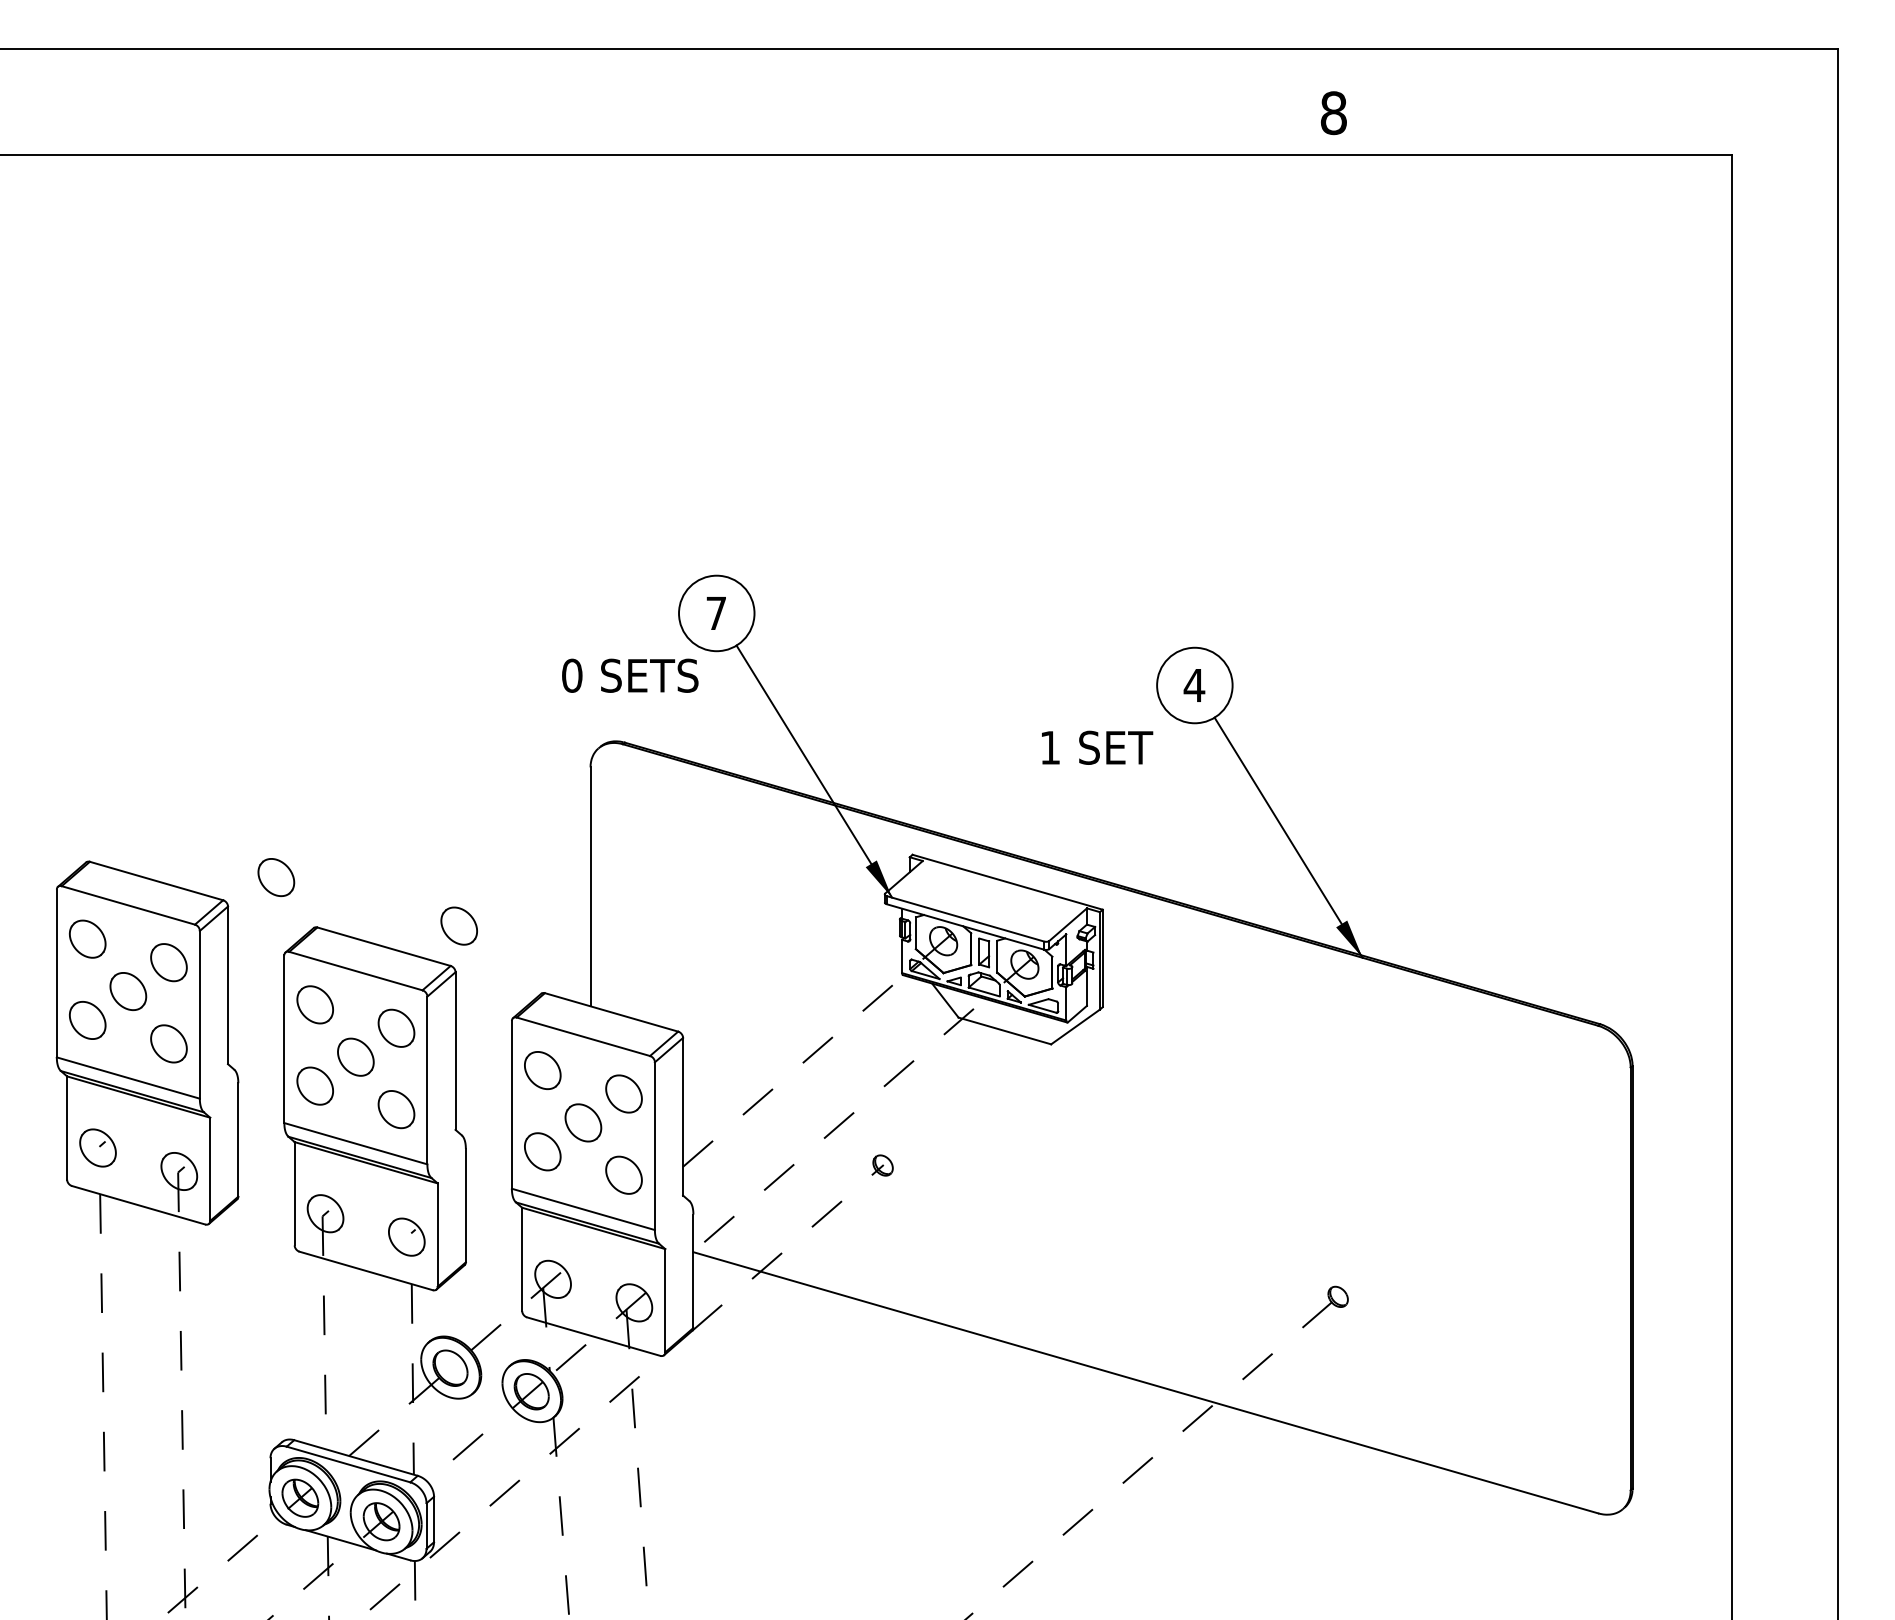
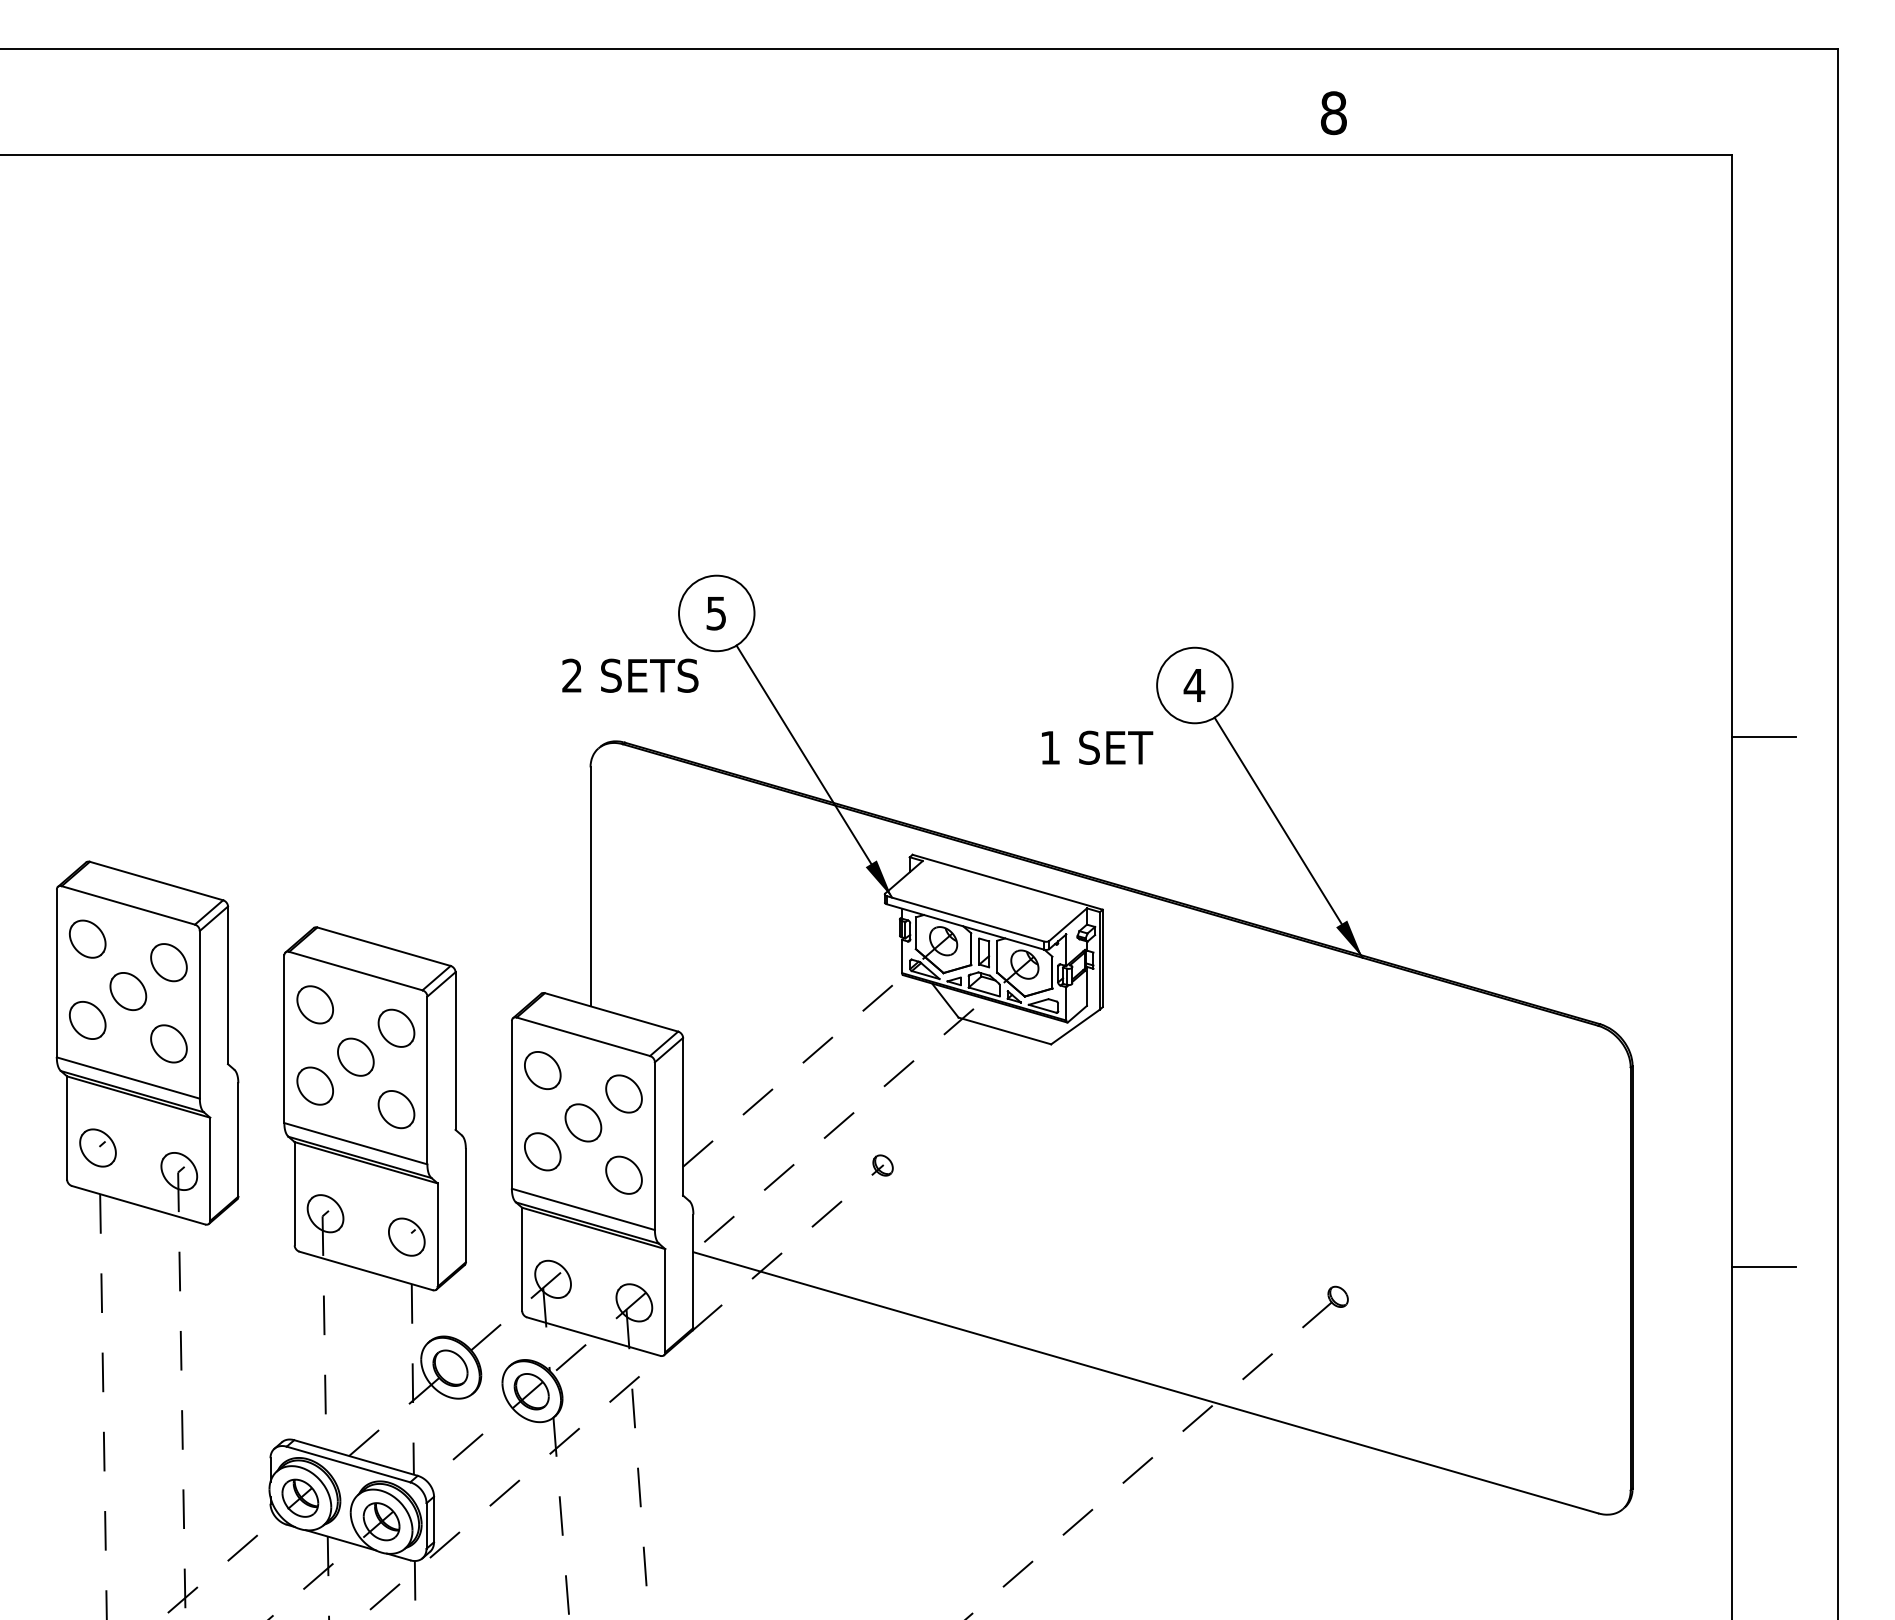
text at (715, 613): 7 -> 5
text at (572, 675): 0 -> 2
line at (1763, 737): none -> present
part at (276, 877): present -> none
part at (458, 925): present -> none
line at (1763, 1266): none -> present
